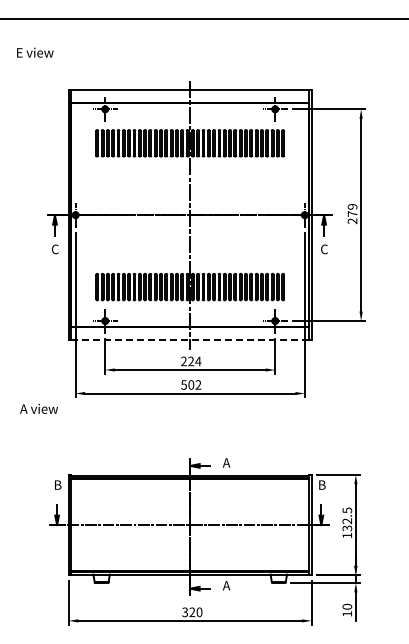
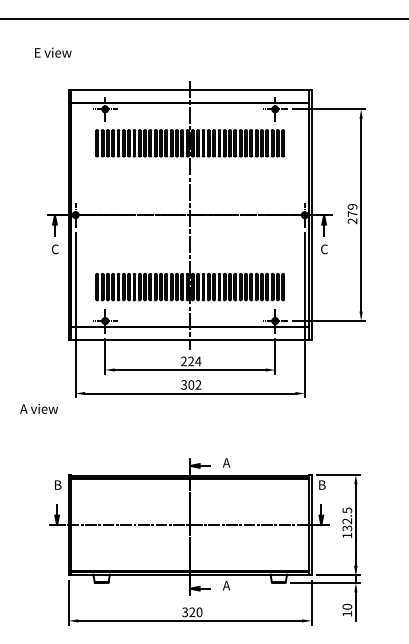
text at (35, 52) position: (35, 52) -> (53, 52)
line at (189, 340): dashed -> solid
text at (183, 384): 502 -> 302
